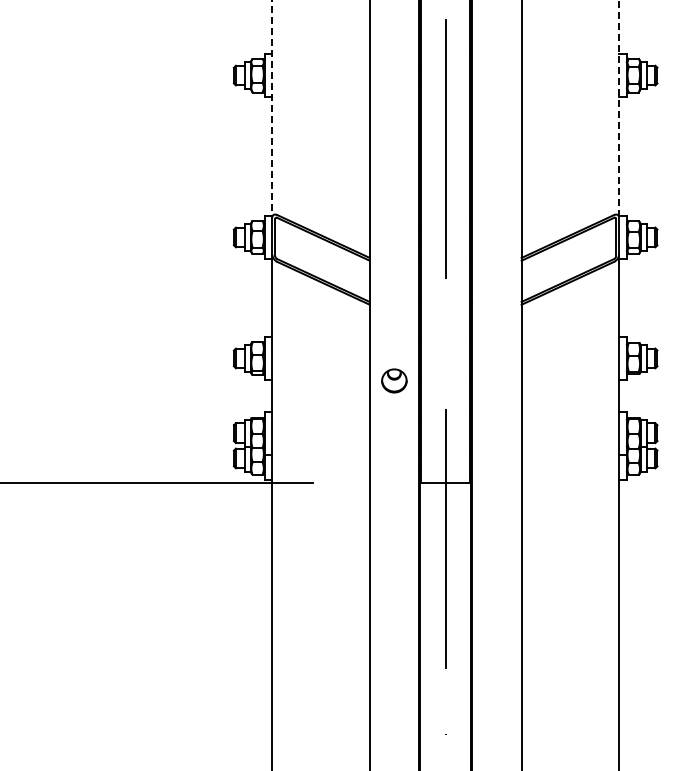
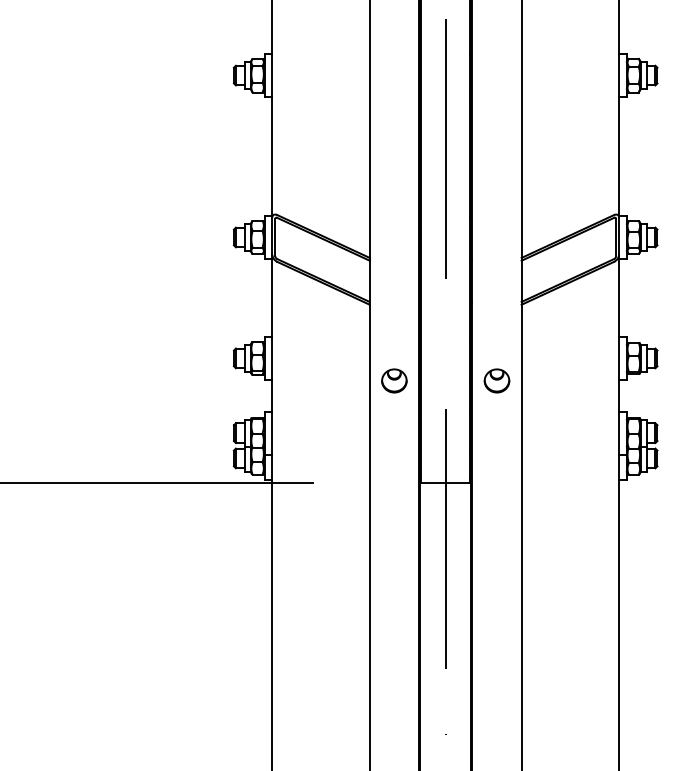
line at (619, 108): dashed -> solid
line at (272, 109): dashed -> solid
part at (496, 380): none -> present
